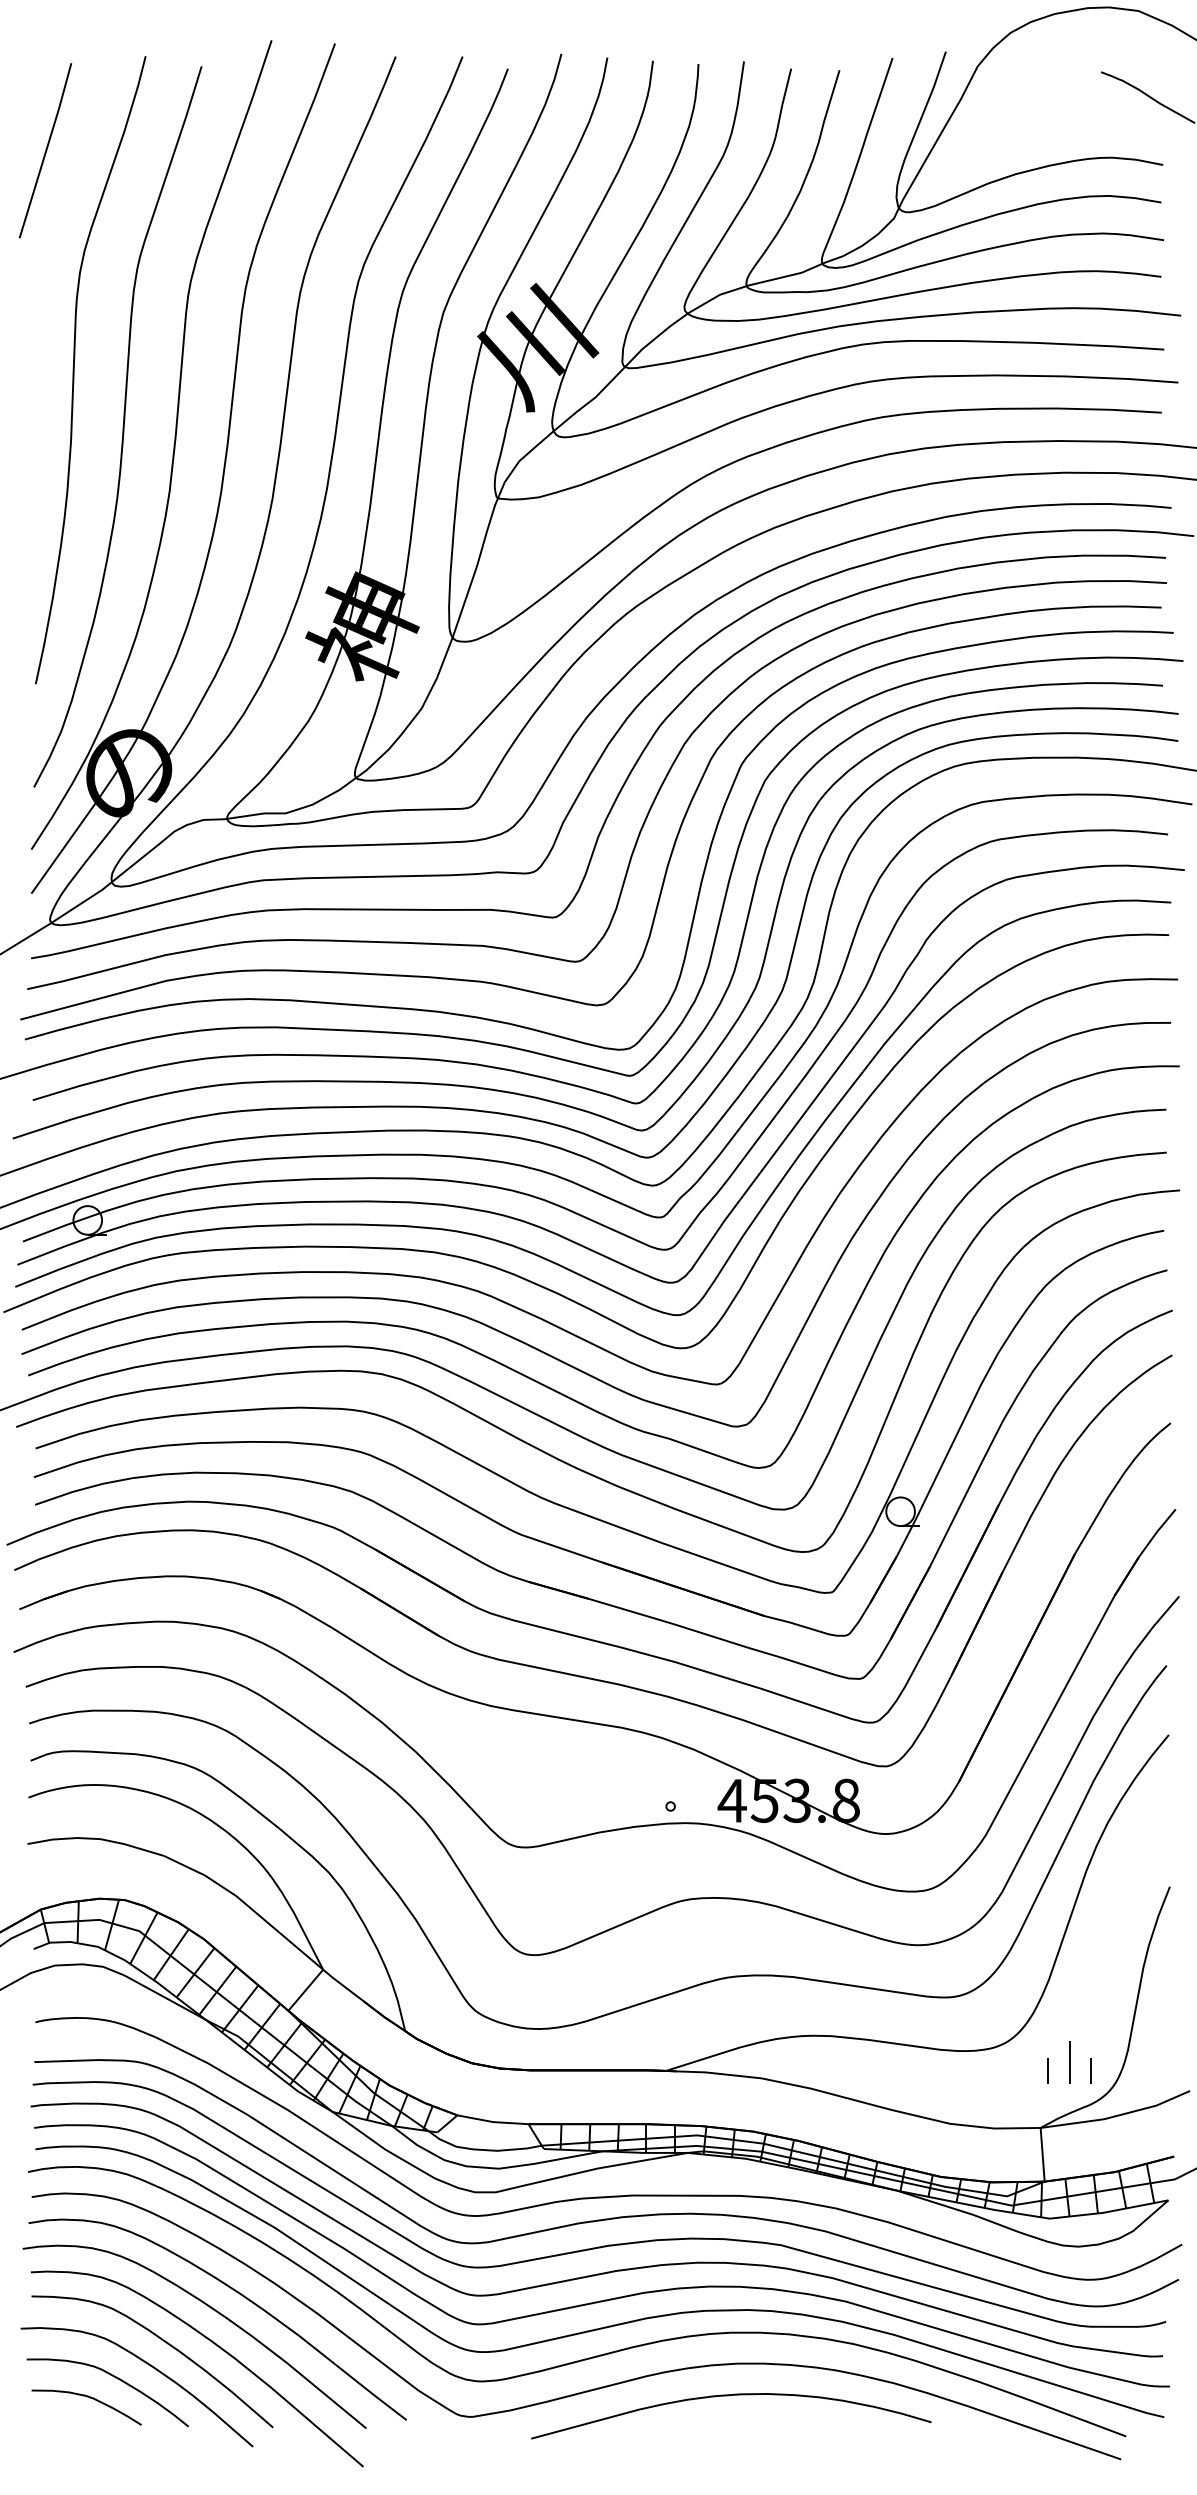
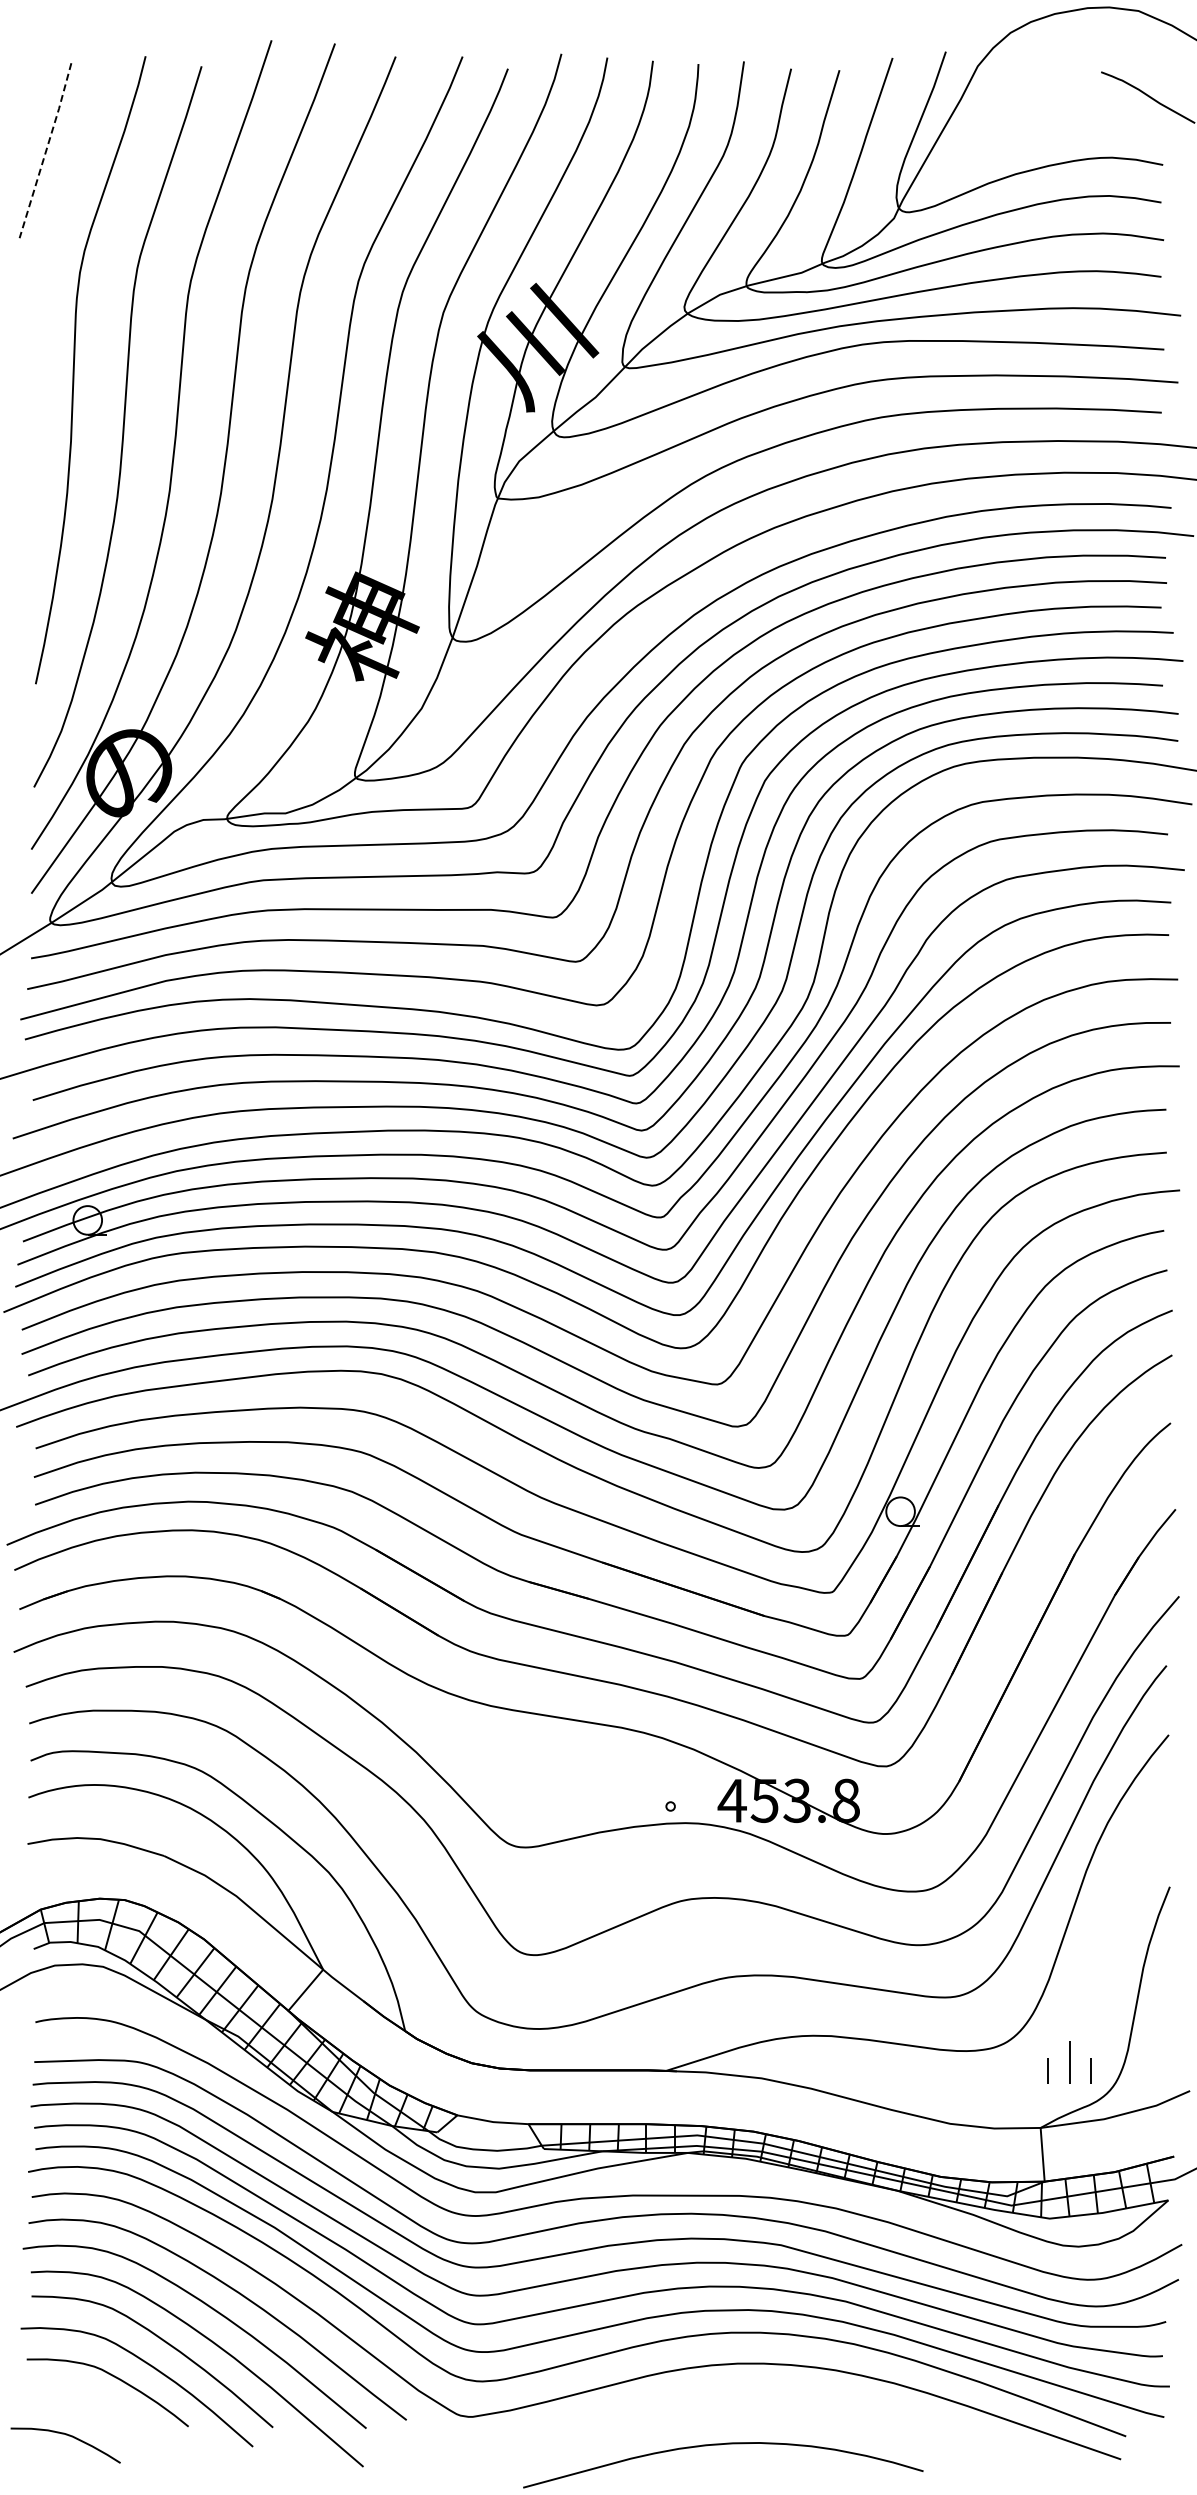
line at (46, 150): solid -> dashed
curve at (728, 2396) position: (728, 2396) -> (720, 2445)
curve at (89, 2398) position: (89, 2398) -> (68, 2436)
